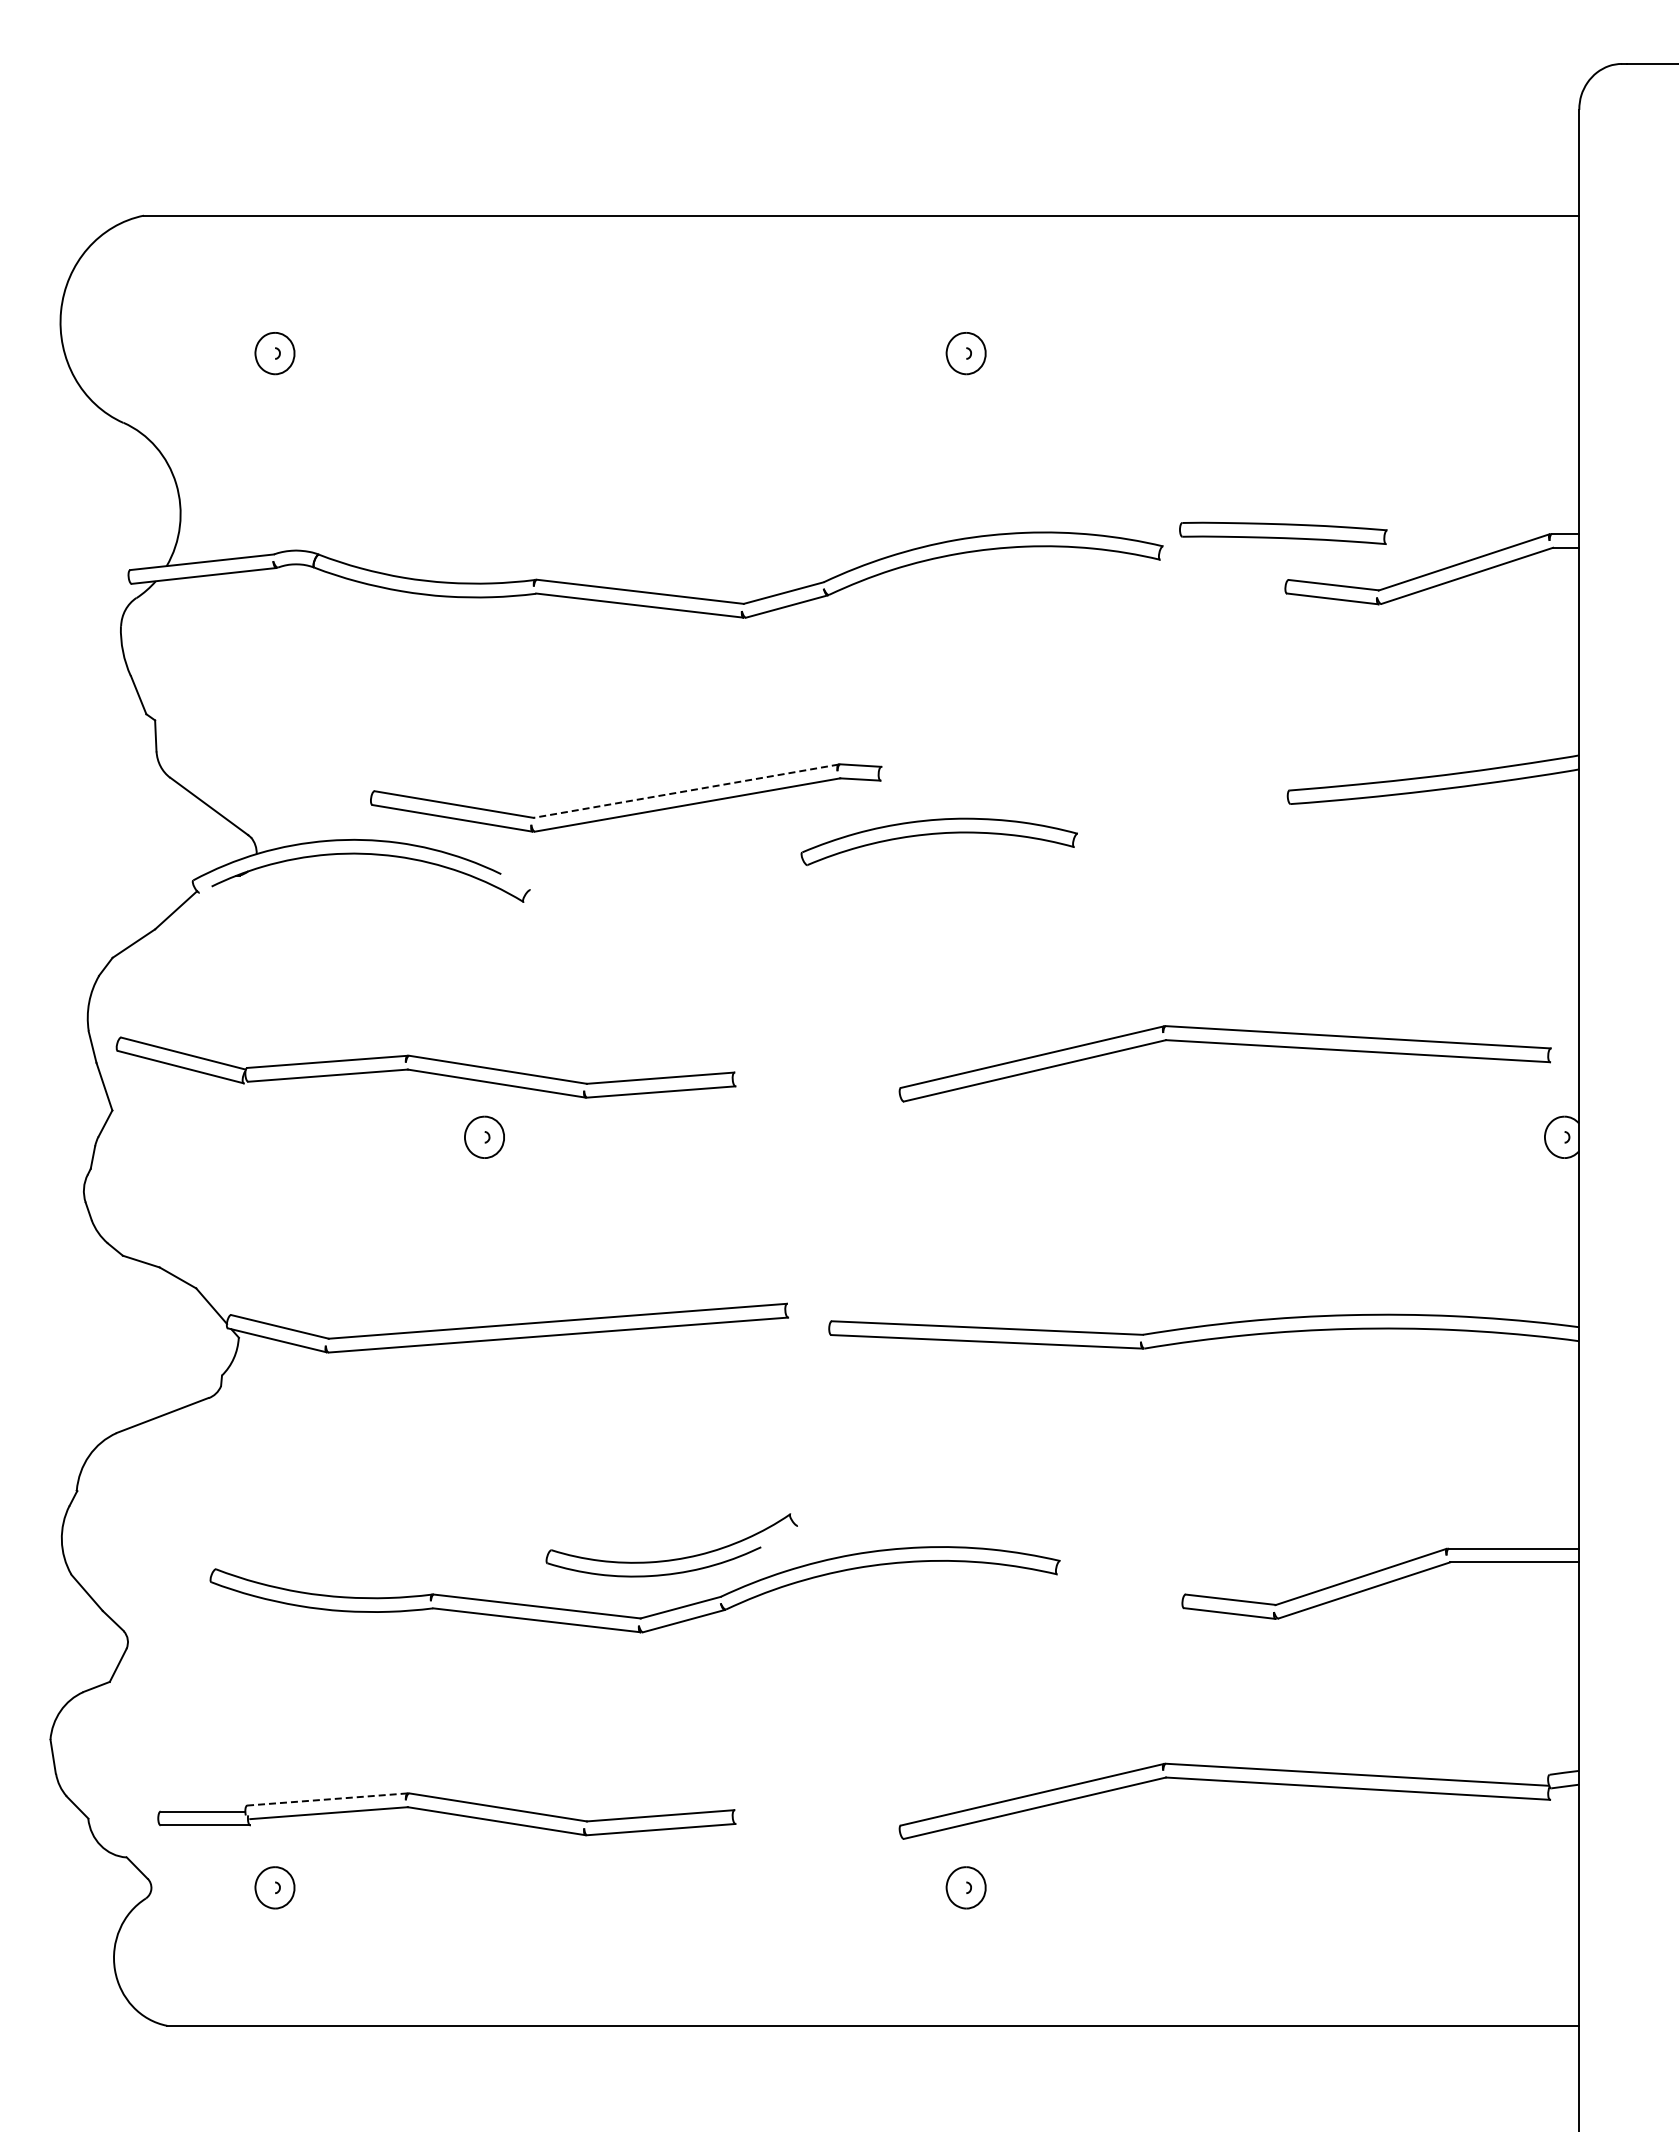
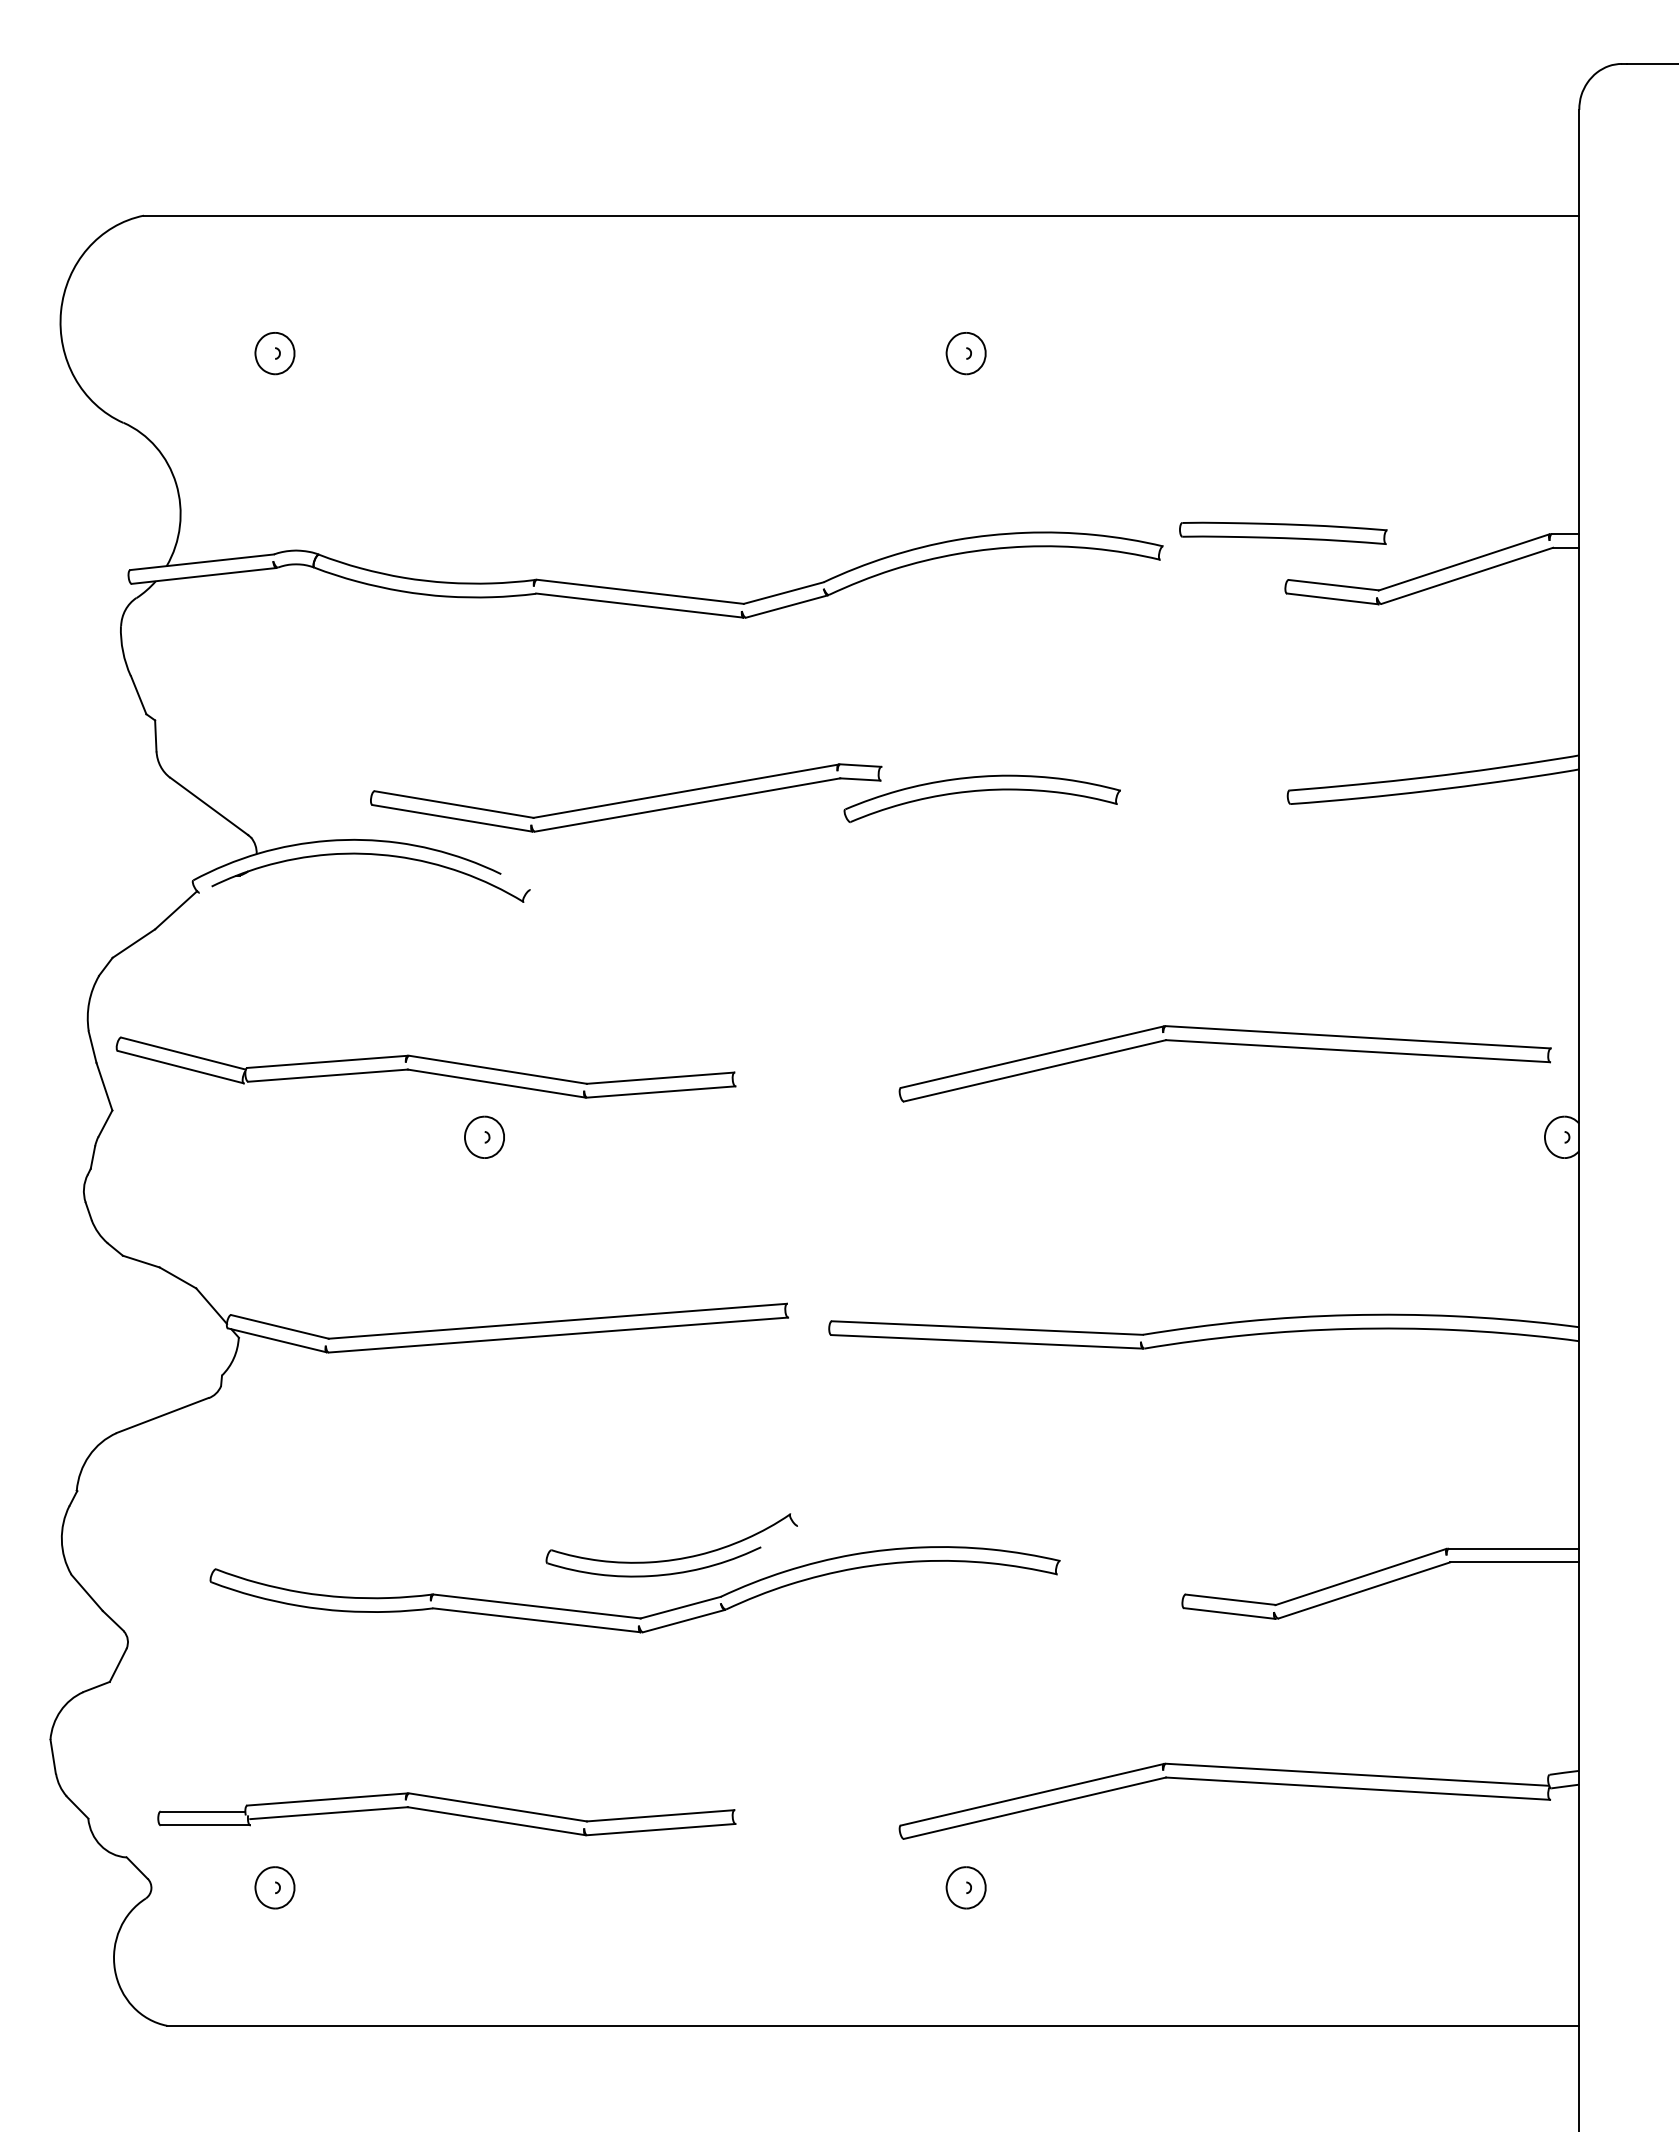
line at (686, 791): dashed -> solid
part at (938, 834) position: (938, 834) -> (981, 791)
line at (327, 1799): dashed -> solid
